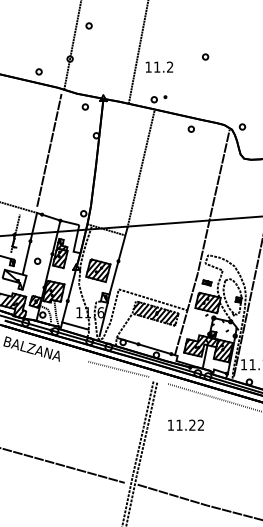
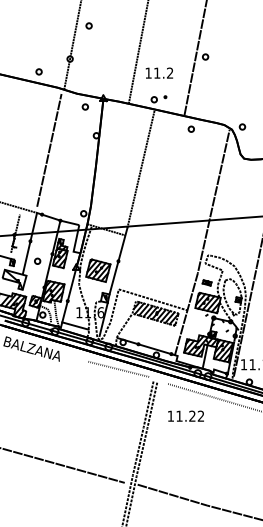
line at (195, 58): none -> present
text at (158, 66) position: (158, 66) -> (158, 72)
text at (185, 424) position: (185, 424) -> (185, 415)
